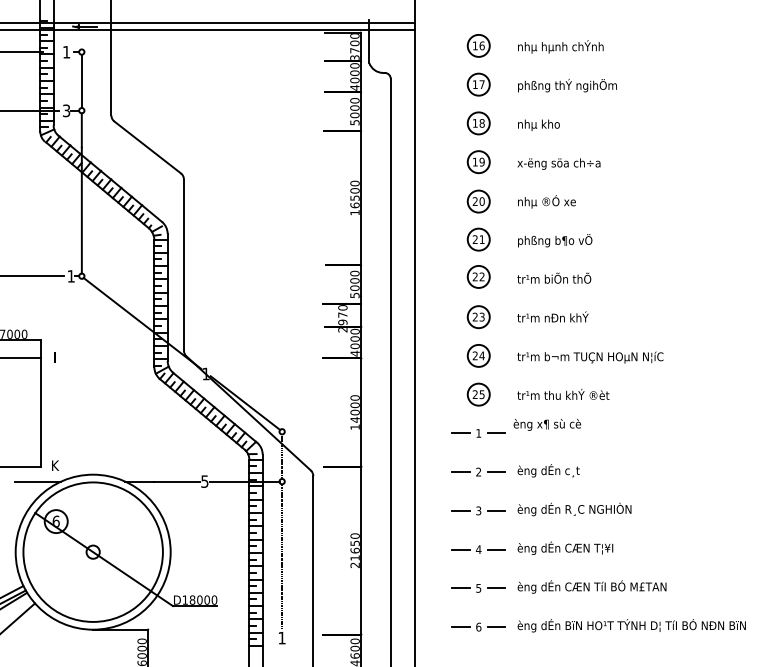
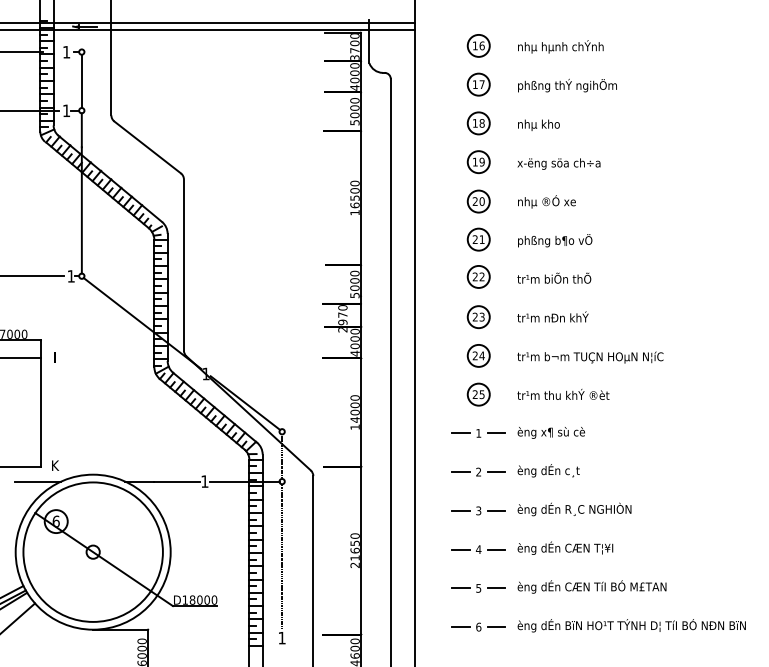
text at (66, 110): 3 -> 1
text at (546, 424) position: (546, 424) -> (550, 432)
text at (204, 481): 5 -> 1
